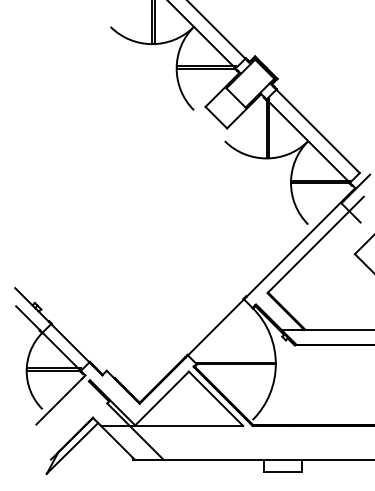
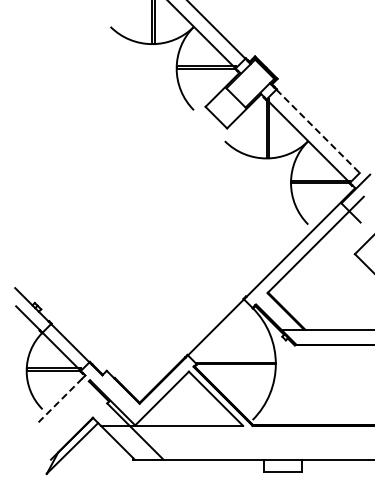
line at (318, 131): solid -> dashed
line at (59, 401): solid -> dashed
